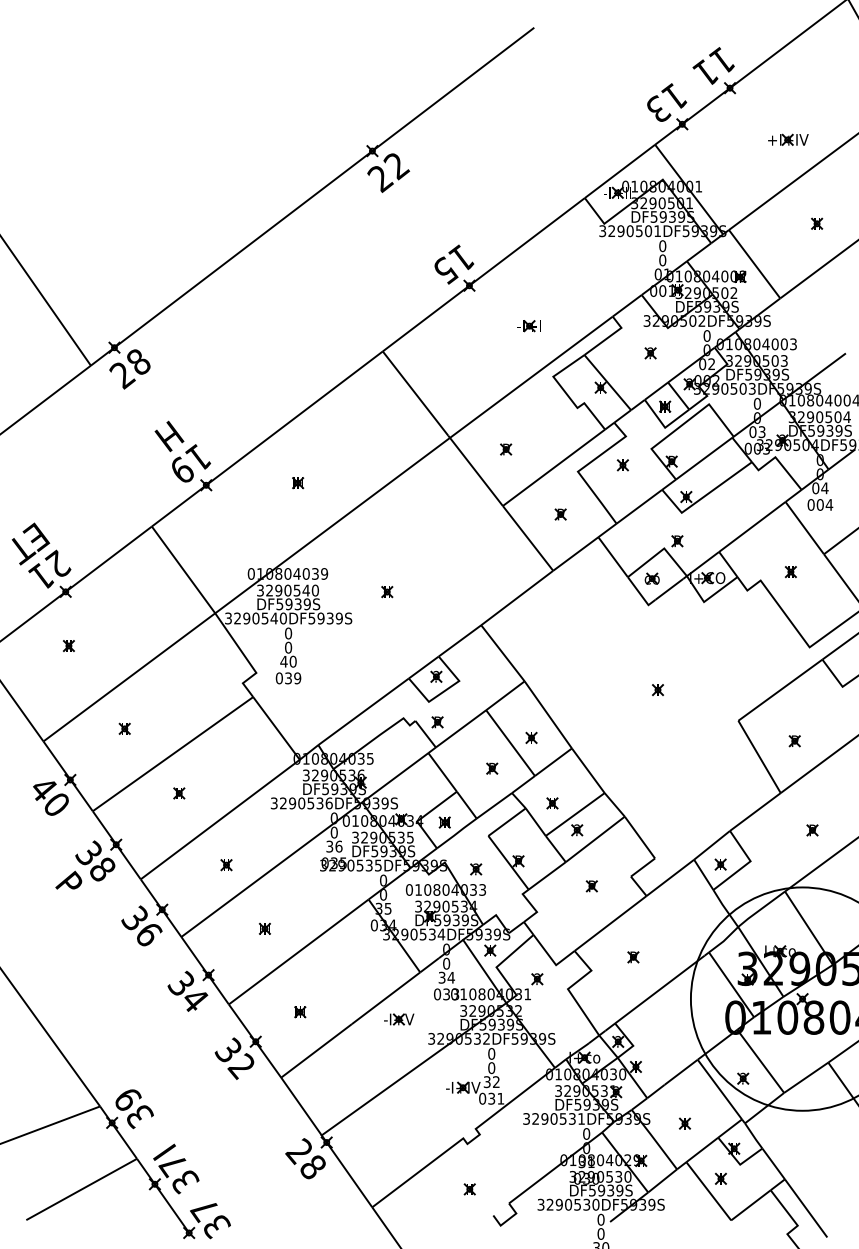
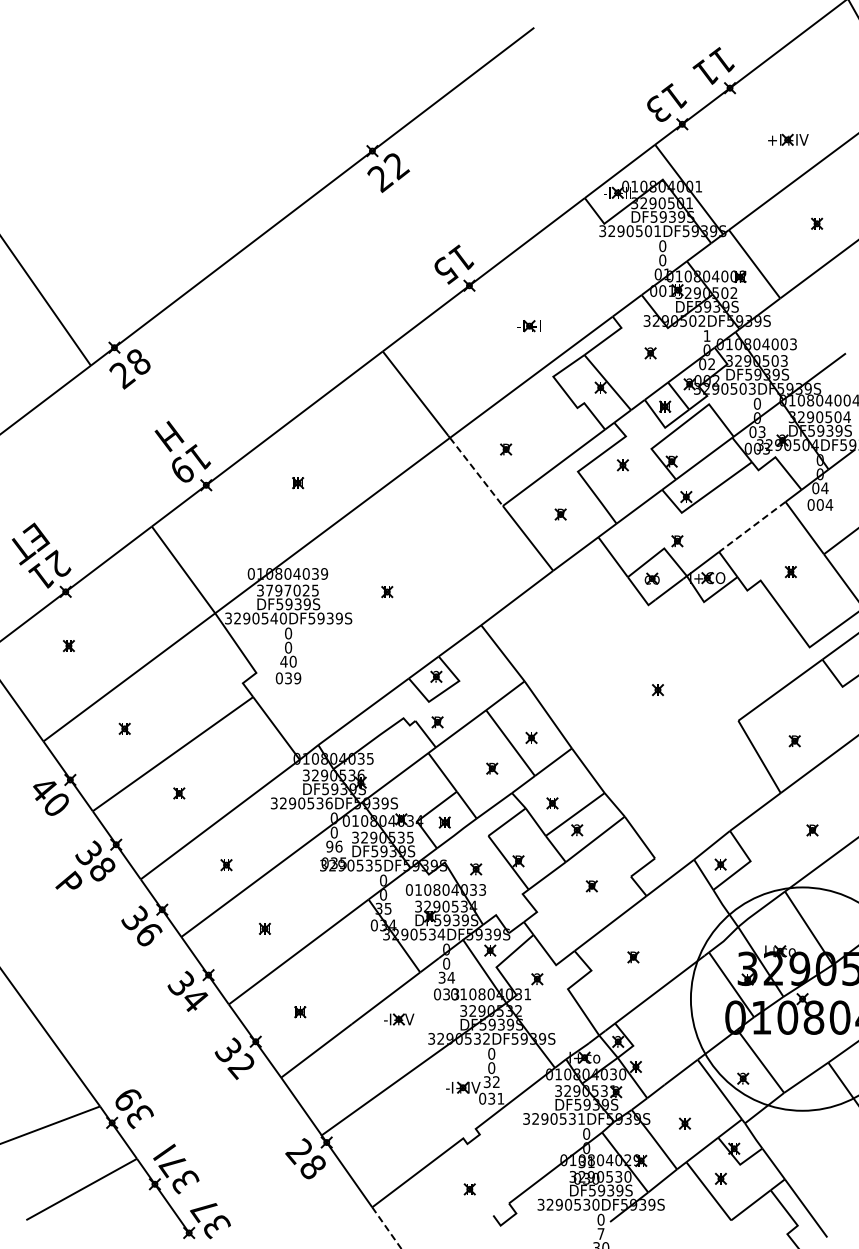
text at (706, 335): 0 -> 1
line at (476, 472): solid -> dashed
line at (752, 526): solid -> dashed
text at (292, 590): 3290540 -> 3797025
text at (329, 846): 36 -> 96
line at (387, 1228): solid -> dashed
text at (600, 1233): 0 -> 7
